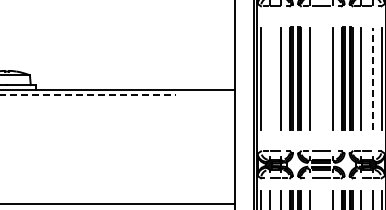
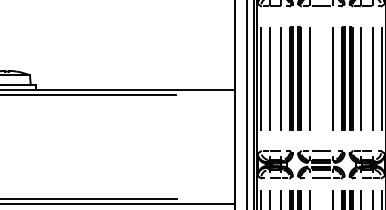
line at (269, 78): none -> present
line at (372, 78): dashed -> solid
line at (88, 95): dashed -> solid
line at (246, 104): none -> present
line at (89, 198): none -> present
